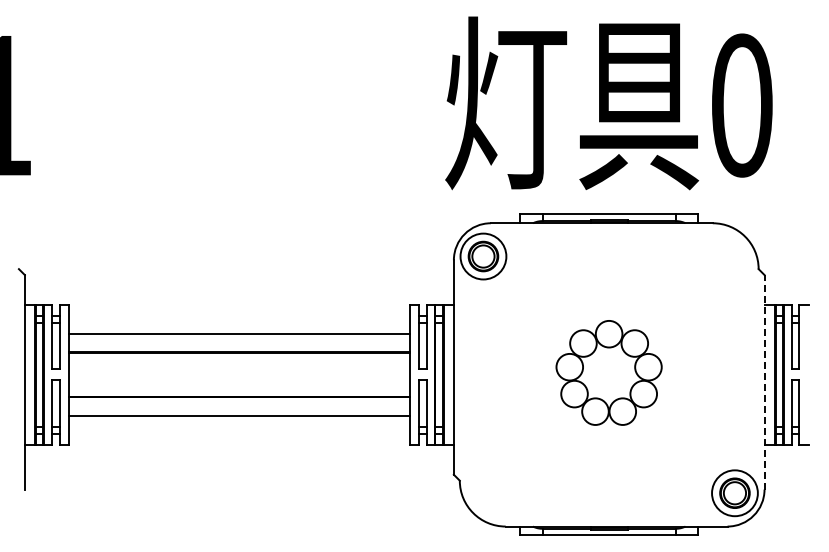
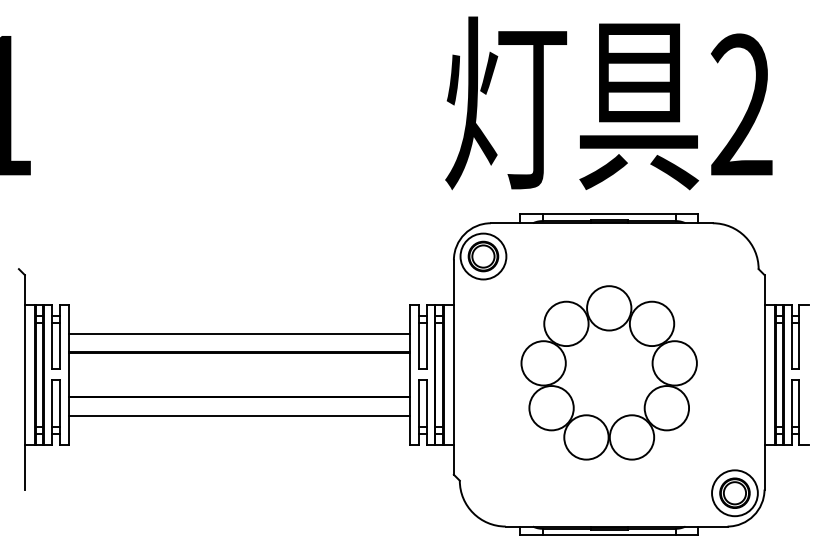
text at (741, 105): 0 -> 2
part at (608, 372) size: 108x106 px -> 178x176 px
line at (764, 381): dashed -> solid
